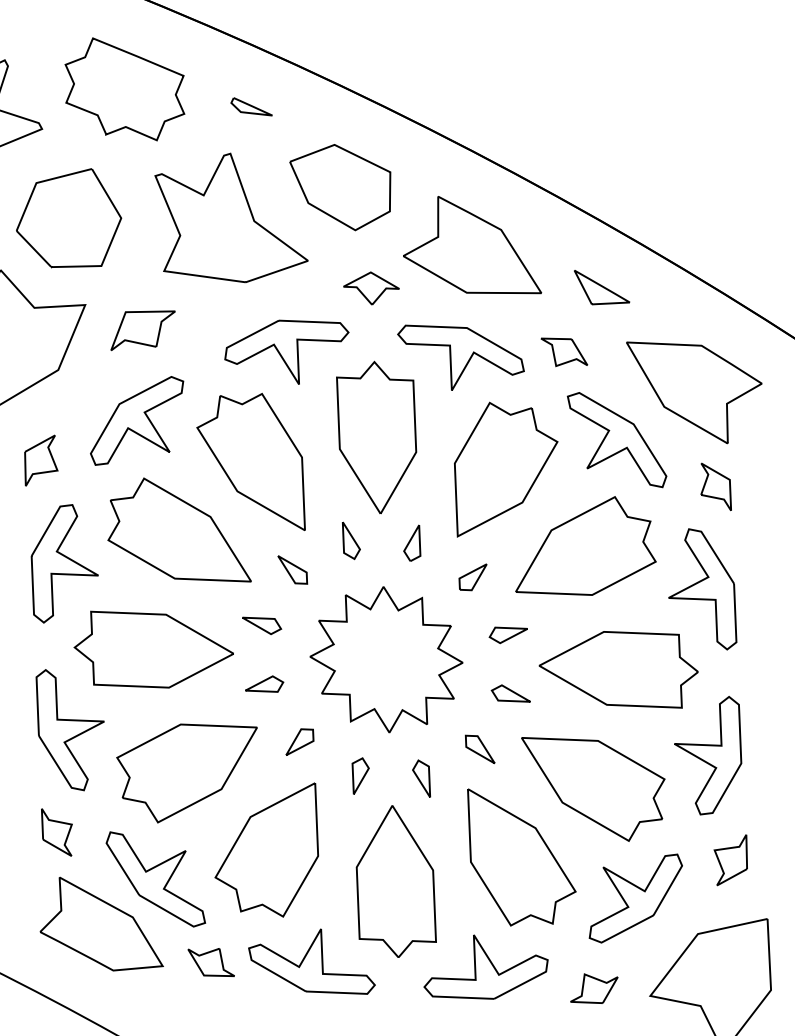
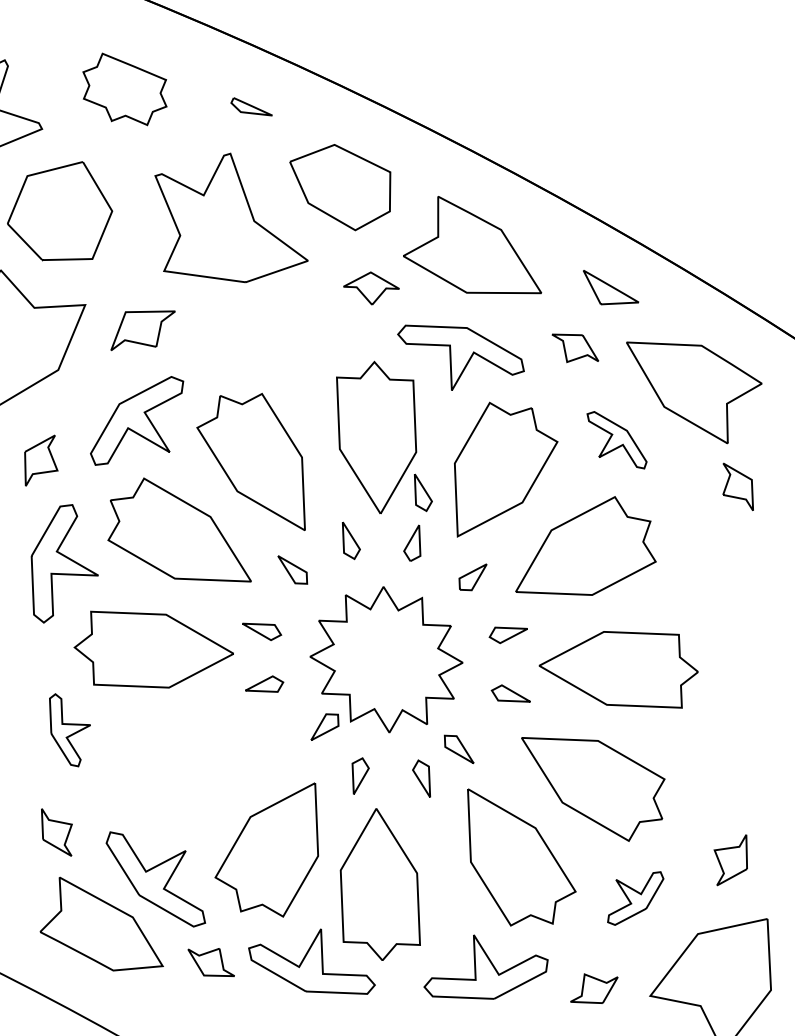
part at (124, 89) size: 122x105 px -> 86x75 px
part at (69, 218) position: (69, 218) -> (60, 211)
part at (602, 287) position: (602, 287) -> (611, 287)
part at (286, 351): present -> none
part at (564, 352) position: (564, 352) -> (575, 348)
part at (616, 440) size: 102x97 px -> 62x59 px
part at (715, 486) position: (715, 486) -> (737, 486)
part at (423, 492): none -> present
part at (702, 589): present -> none
part at (262, 625) position: (262, 625) -> (262, 631)
part at (69, 730) size: 70x123 px -> 42x75 px
part at (299, 741) position: (299, 741) -> (324, 726)
part at (479, 749) position: (479, 749) -> (458, 749)
part at (708, 755): present -> none
part at (186, 773): present -> none
part at (395, 881) position: (395, 881) -> (379, 884)
part at (635, 898) size: 95x91 px -> 58x55 px
